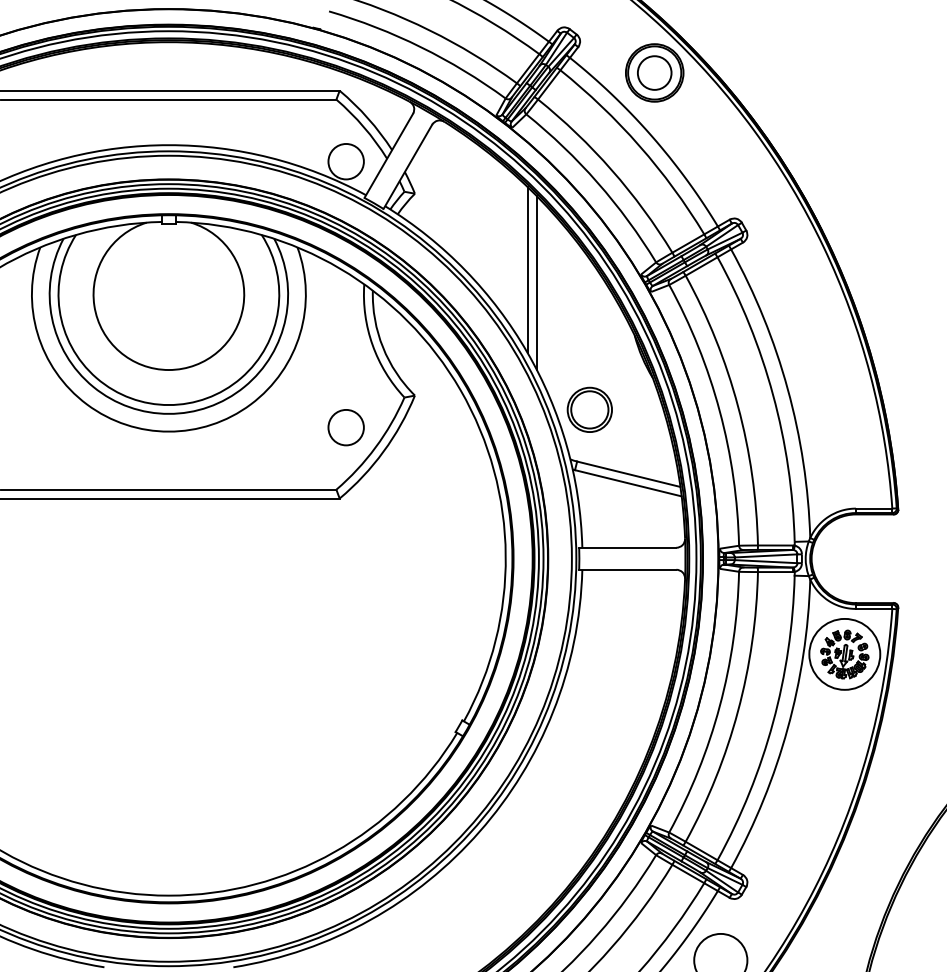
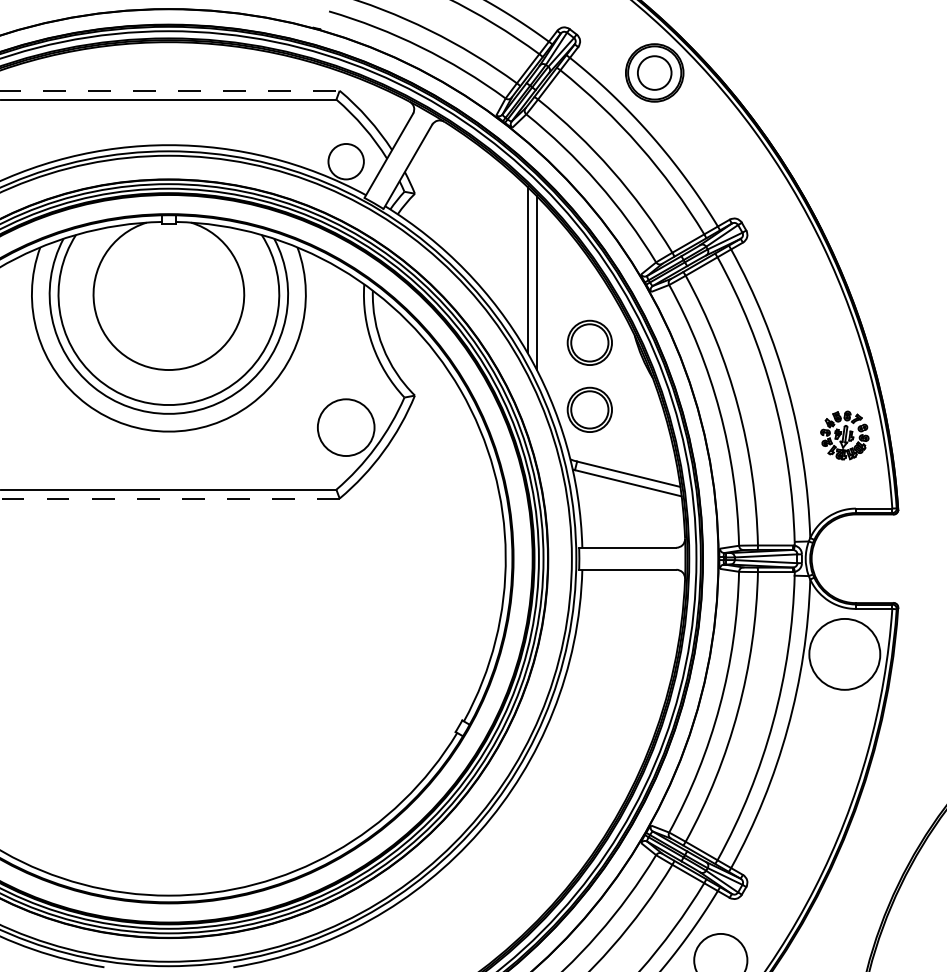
line at (169, 90): solid -> dashed
part at (589, 342): none -> present
circle at (345, 427) diameter: 35 px -> 57 px
line at (169, 498): solid -> dashed
part at (844, 654) position: (844, 654) -> (844, 435)
